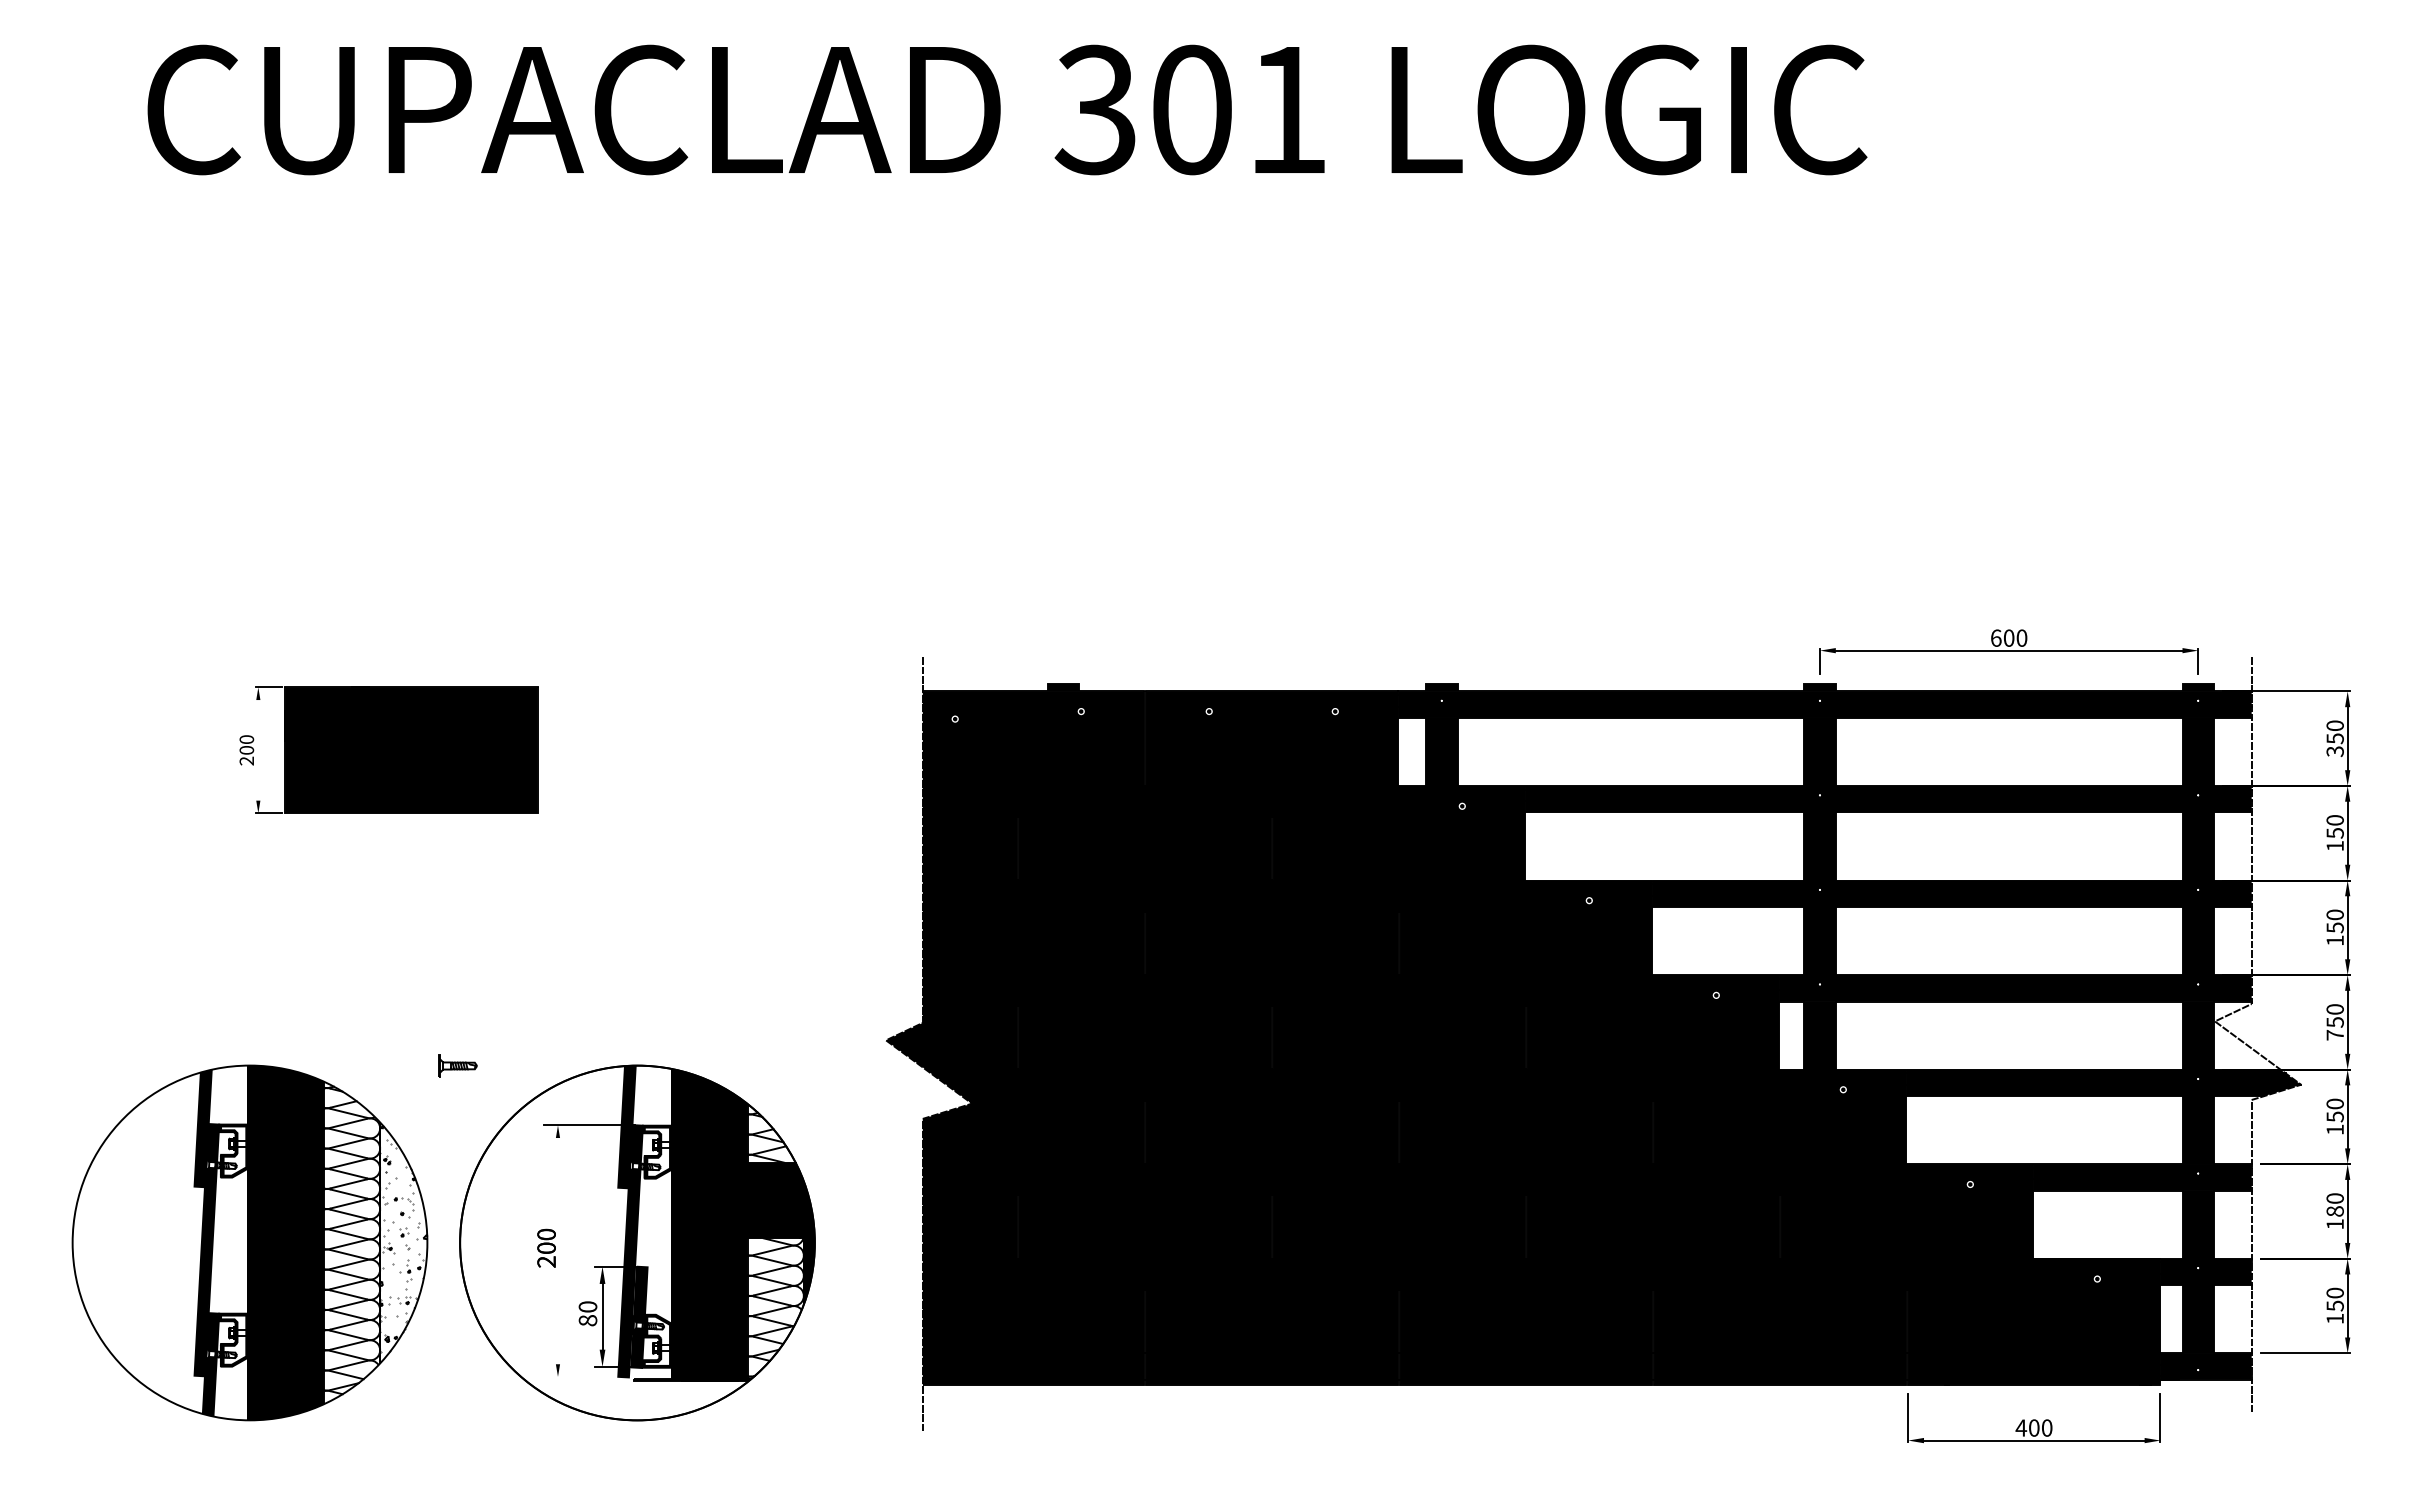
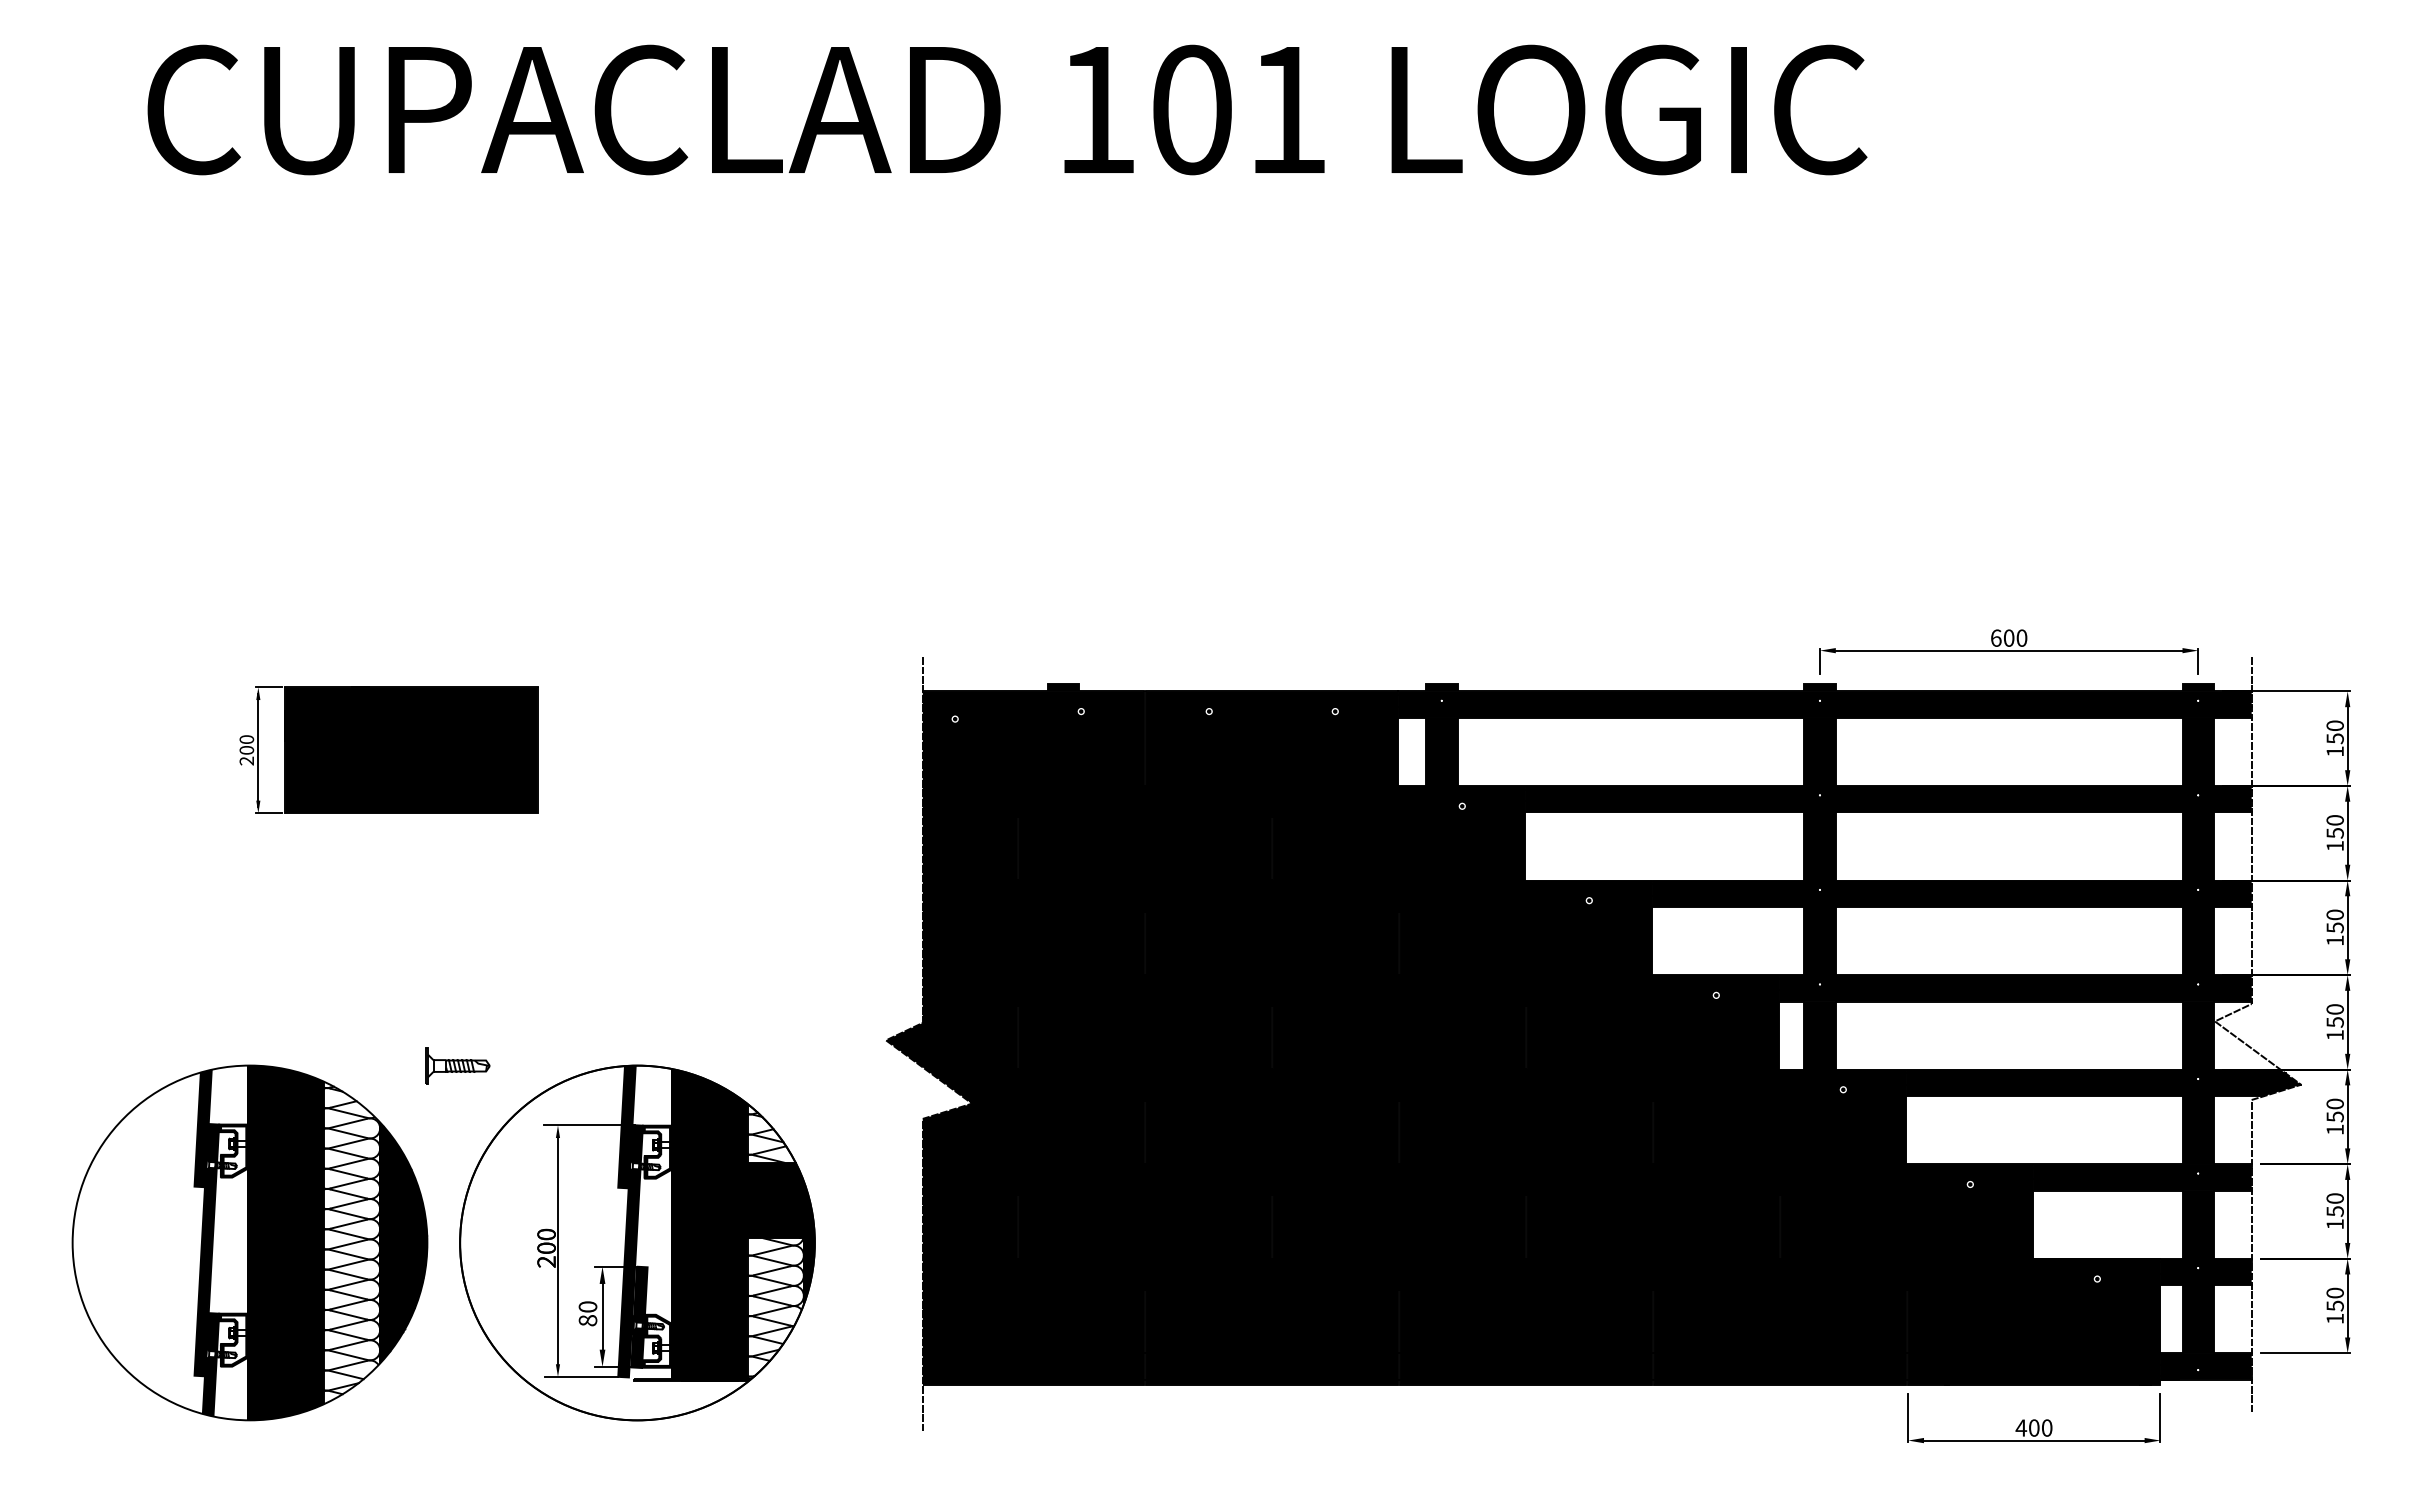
text at (1094, 109): 301 -> 101
line at (258, 749): none -> present
text at (2334, 751): 350 -> 150
text at (2334, 1034): 750 -> 150
part at (457, 1065) size: 40x24 px -> 66x38 px
text at (2334, 1211): 180 -> 150
fill at (403, 1242): none -> present
line at (557, 1251): none -> present
line at (581, 1376): none -> present
